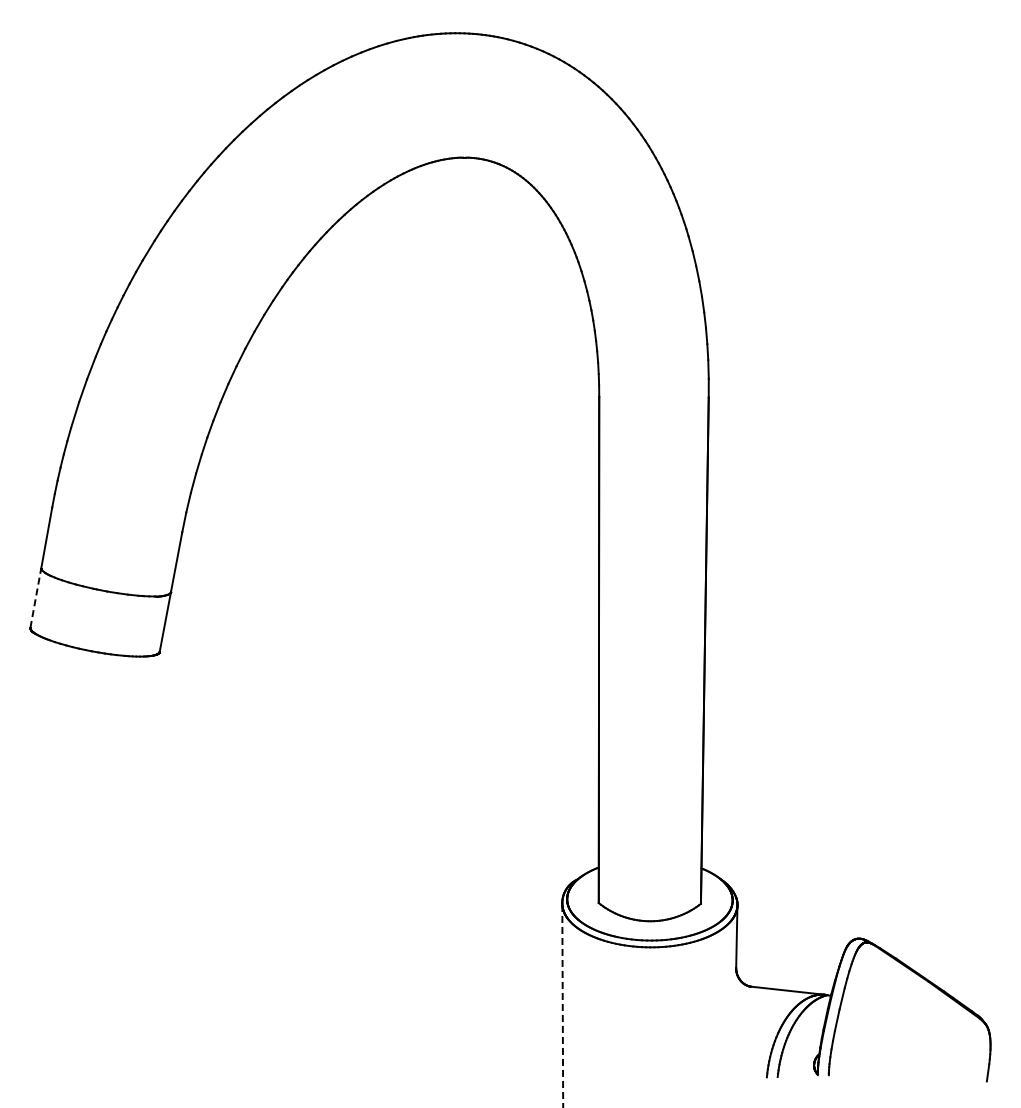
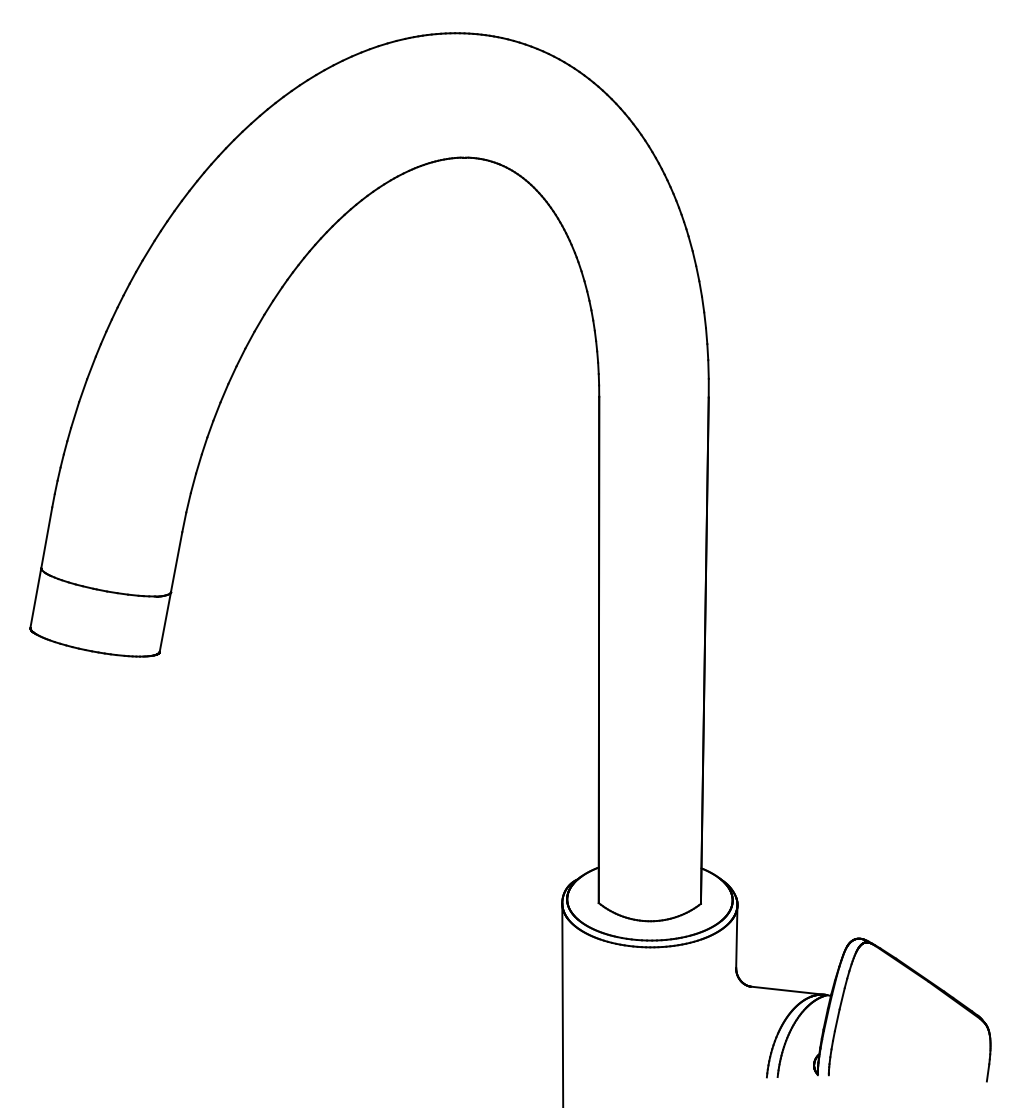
line at (35, 597): dashed -> solid
line at (562, 1005): dashed -> solid
